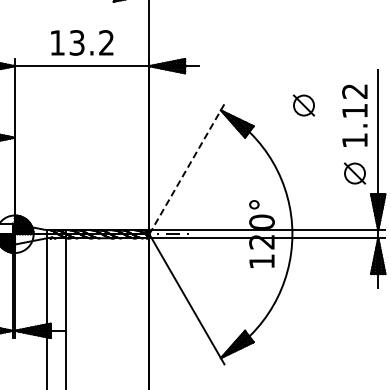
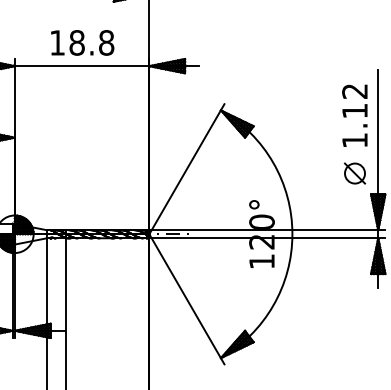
text at (91, 42): 13.2 -> 18.8
part at (303, 105): present -> none
line at (187, 168): dashed -> solid
